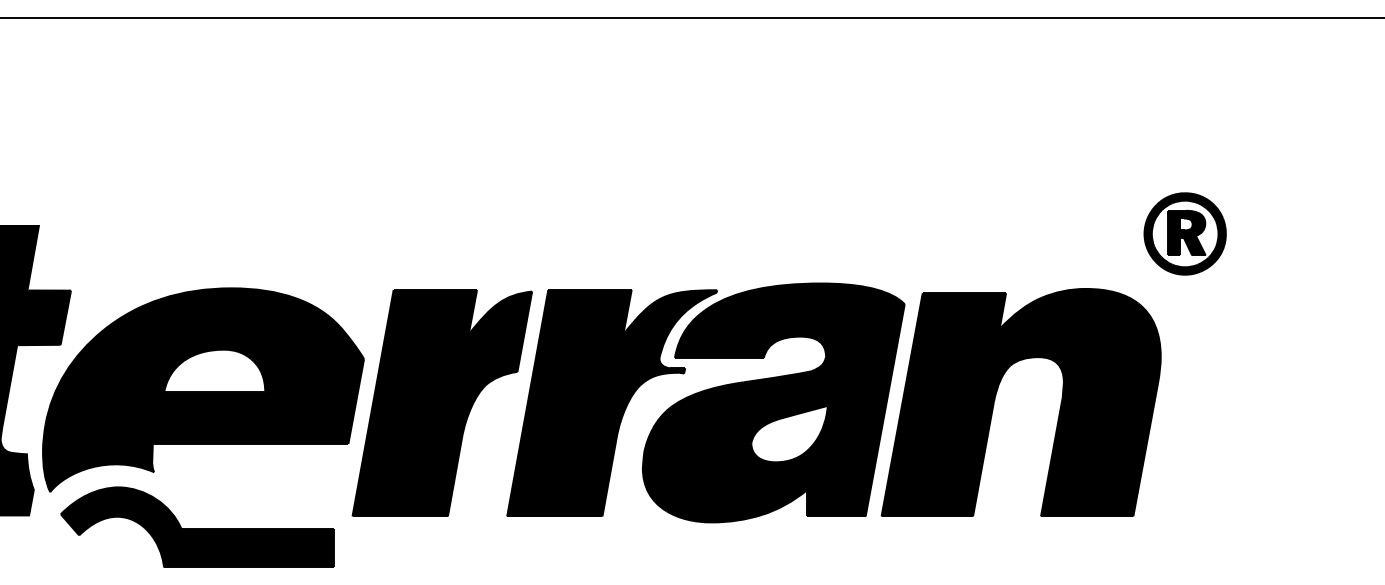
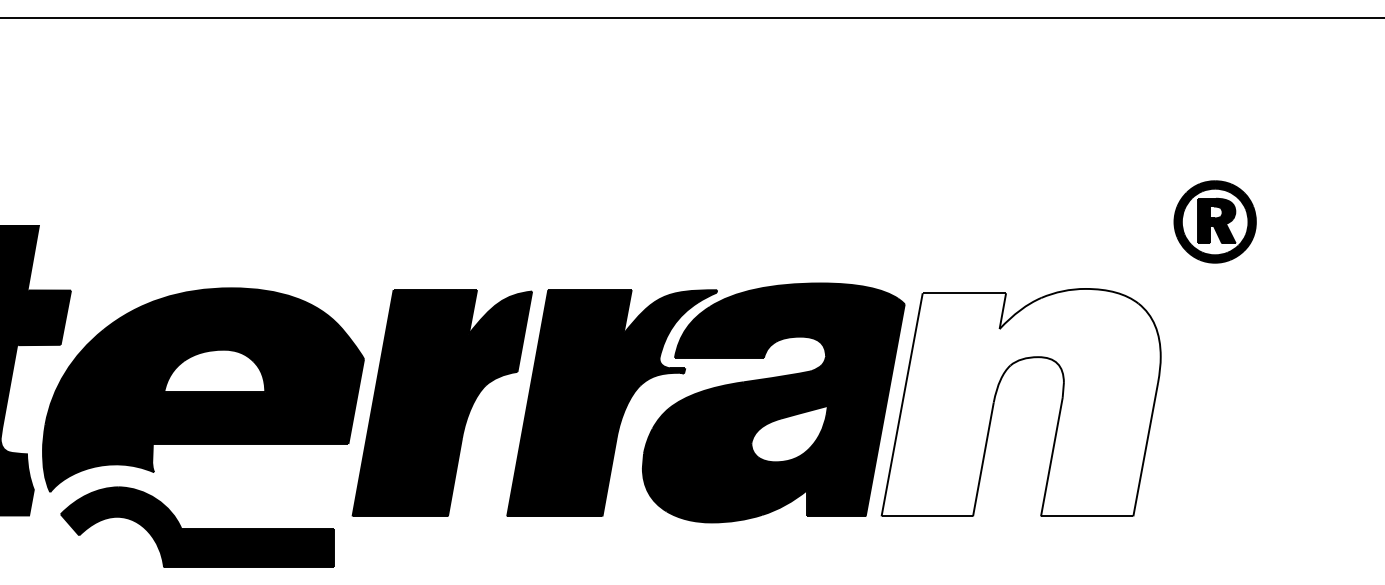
part at (1184, 233) position: (1184, 233) -> (1214, 221)
fill at (1020, 402): present -> none
